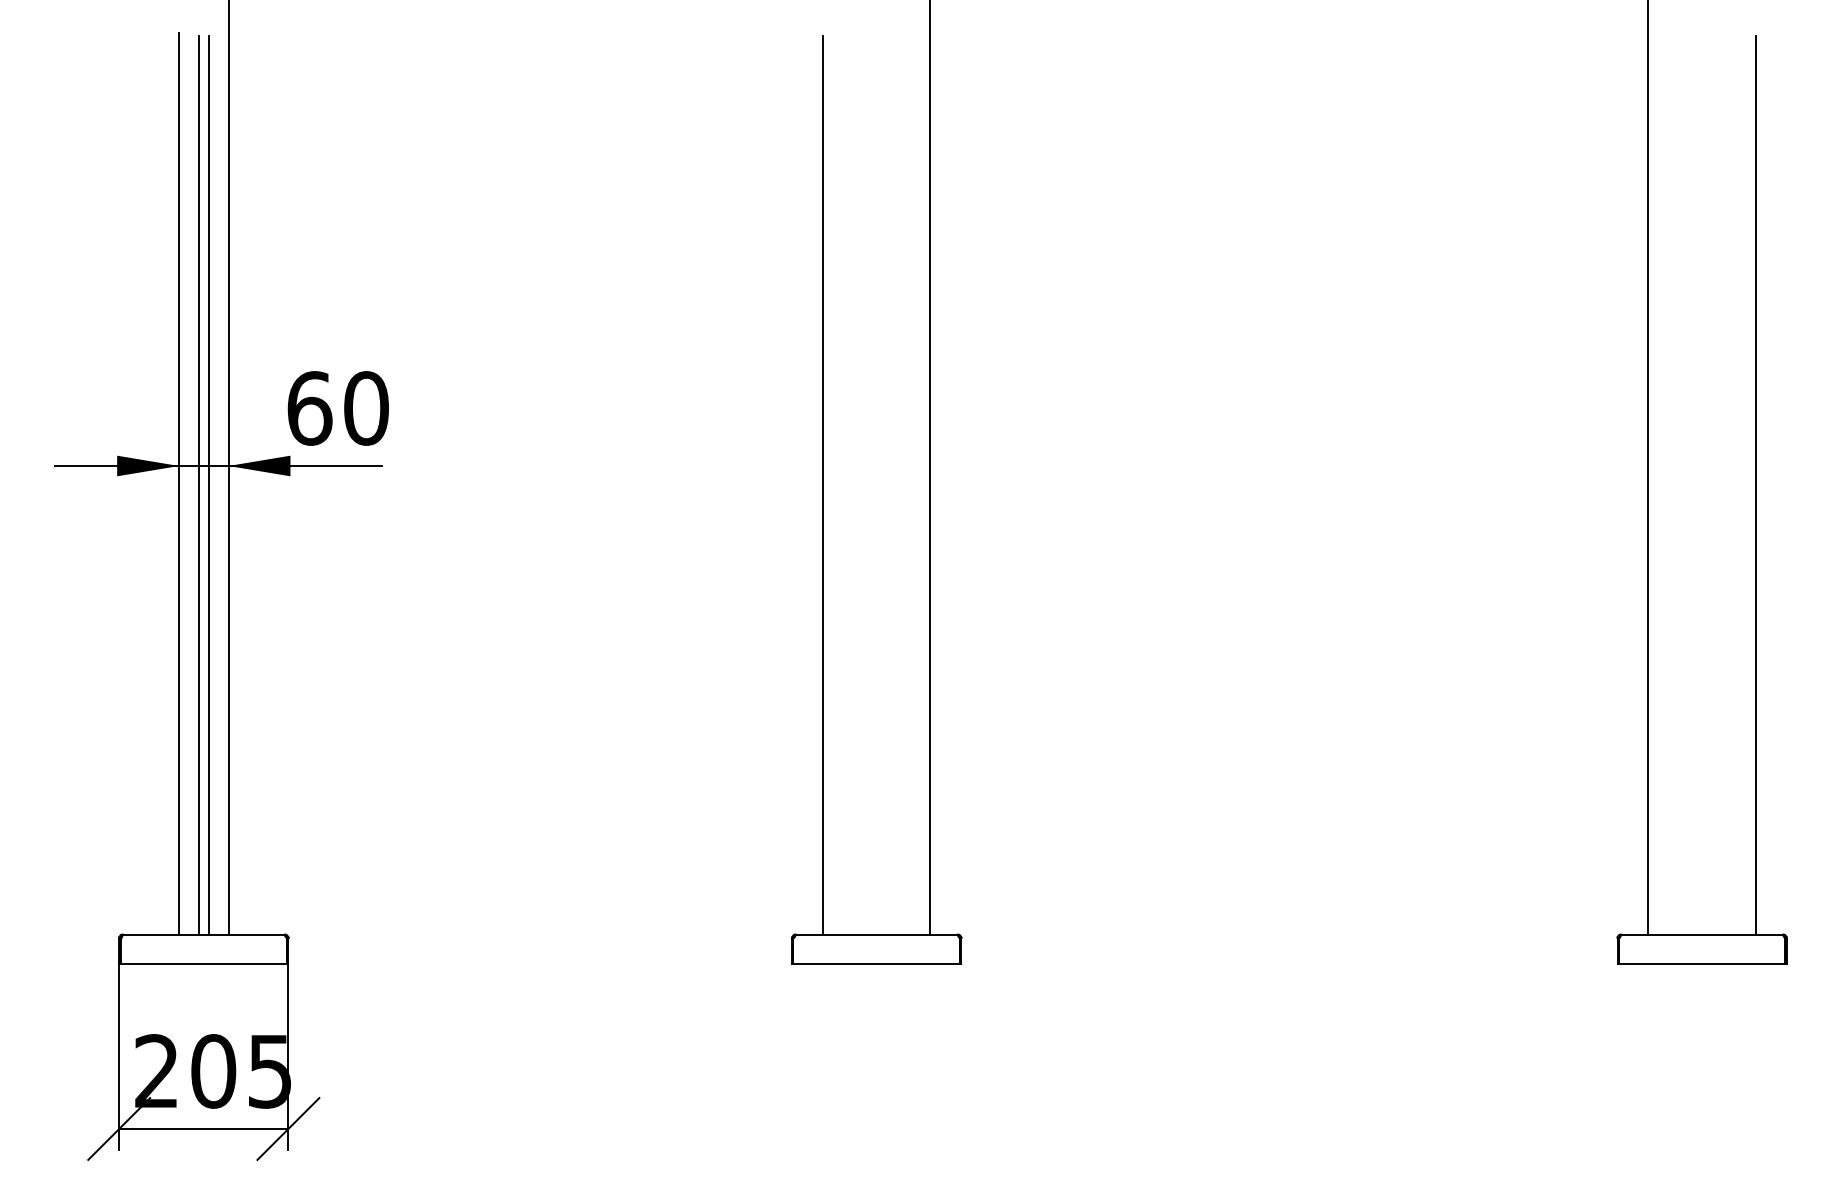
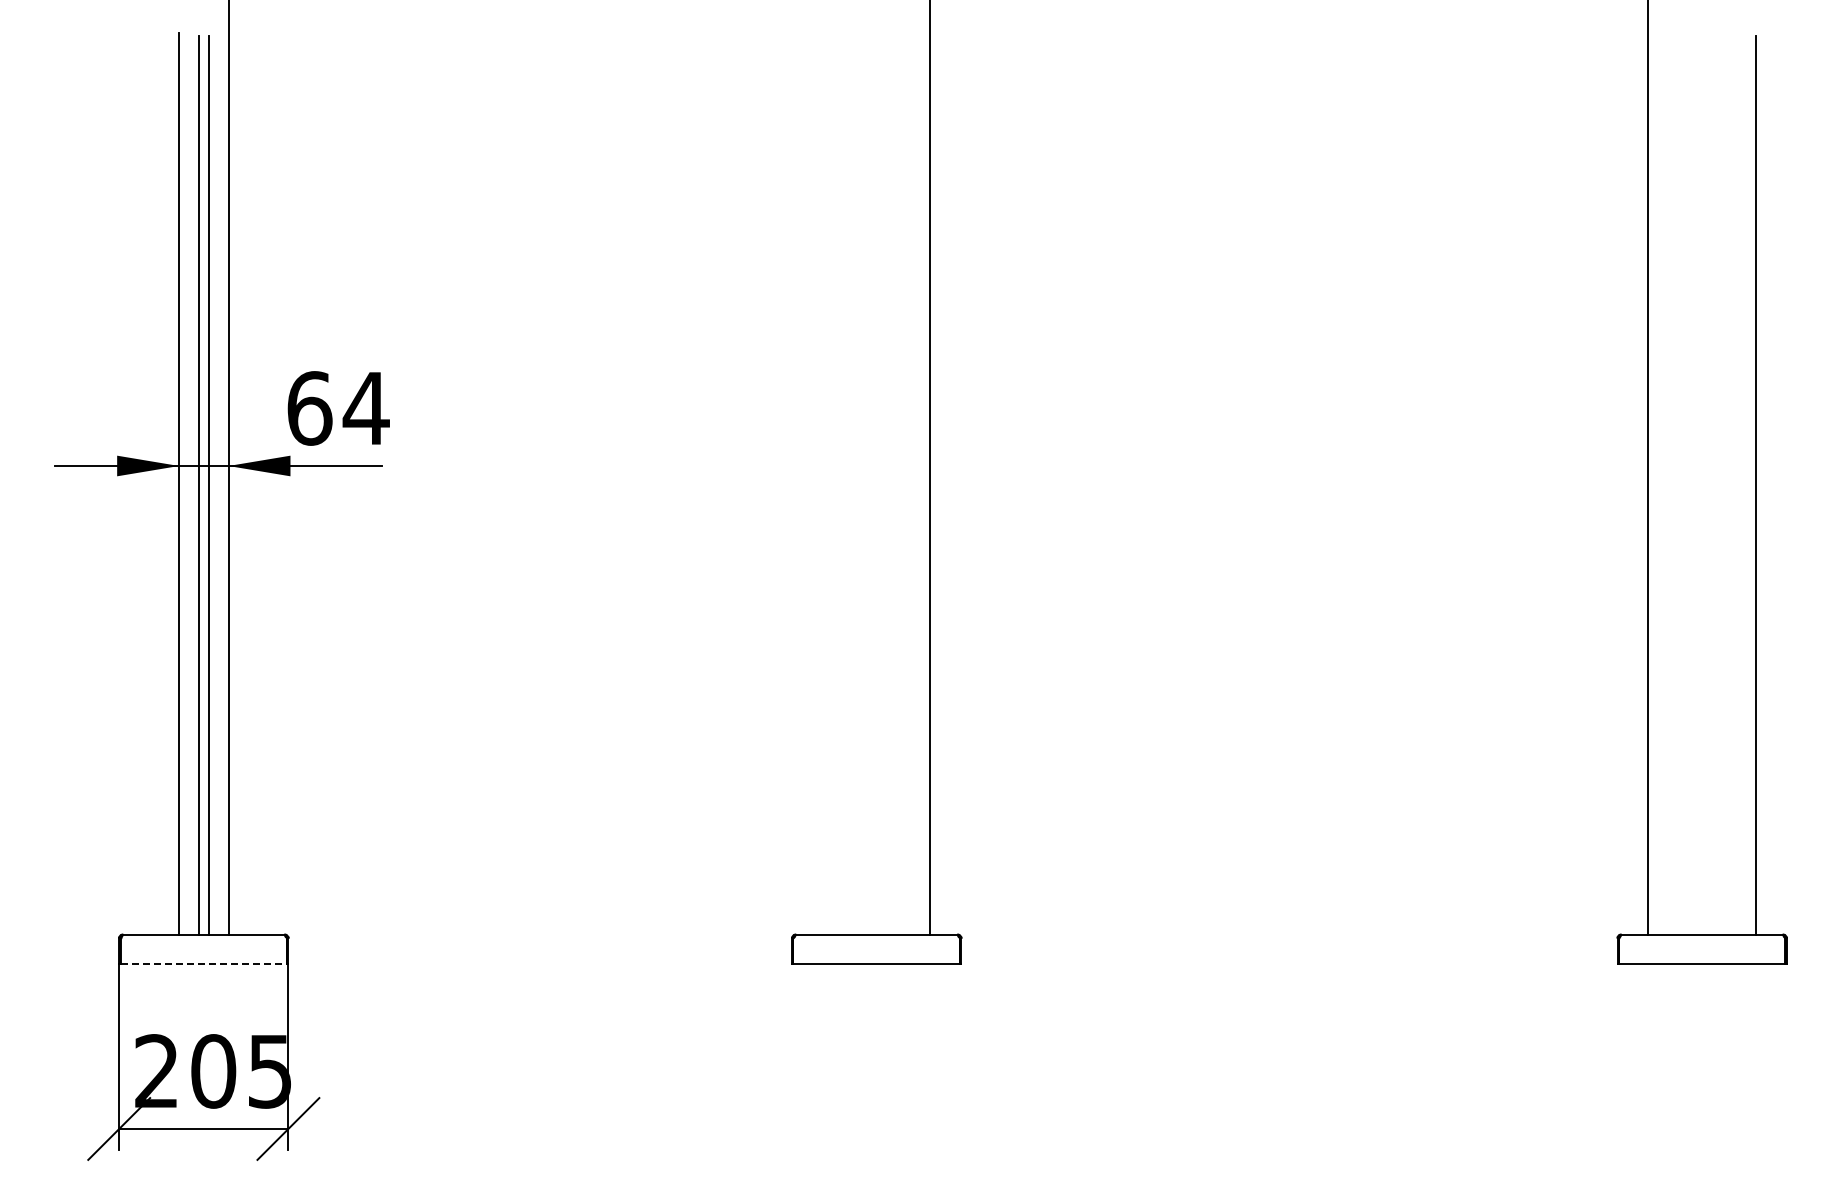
text at (365, 408): 60 -> 64
line at (823, 484): present -> none
line at (204, 963): solid -> dashed
